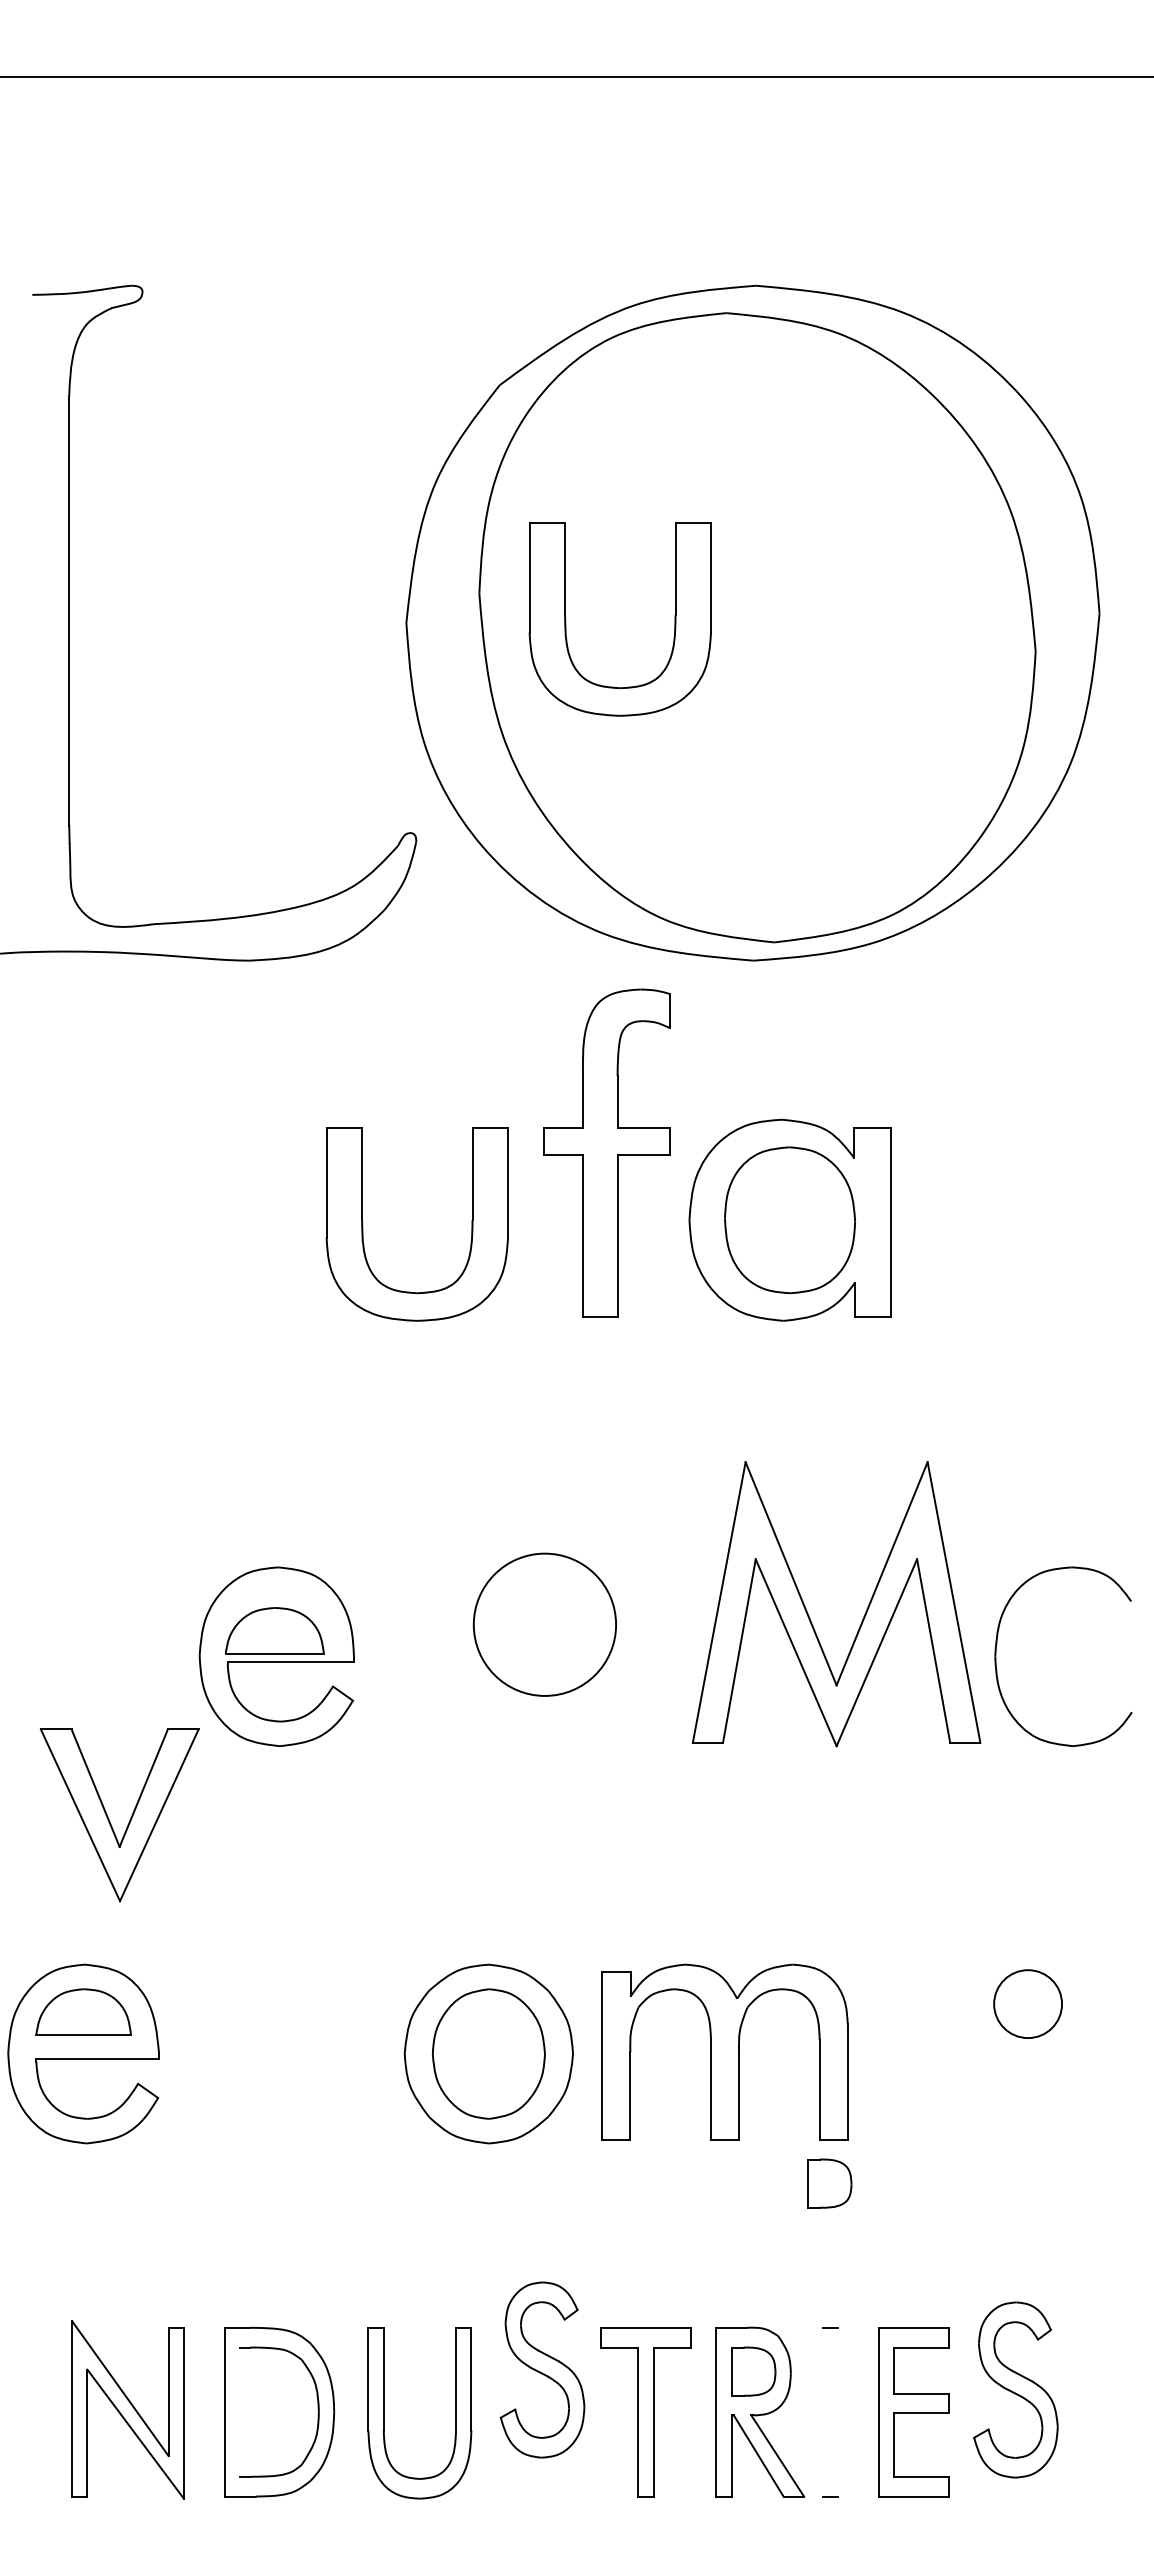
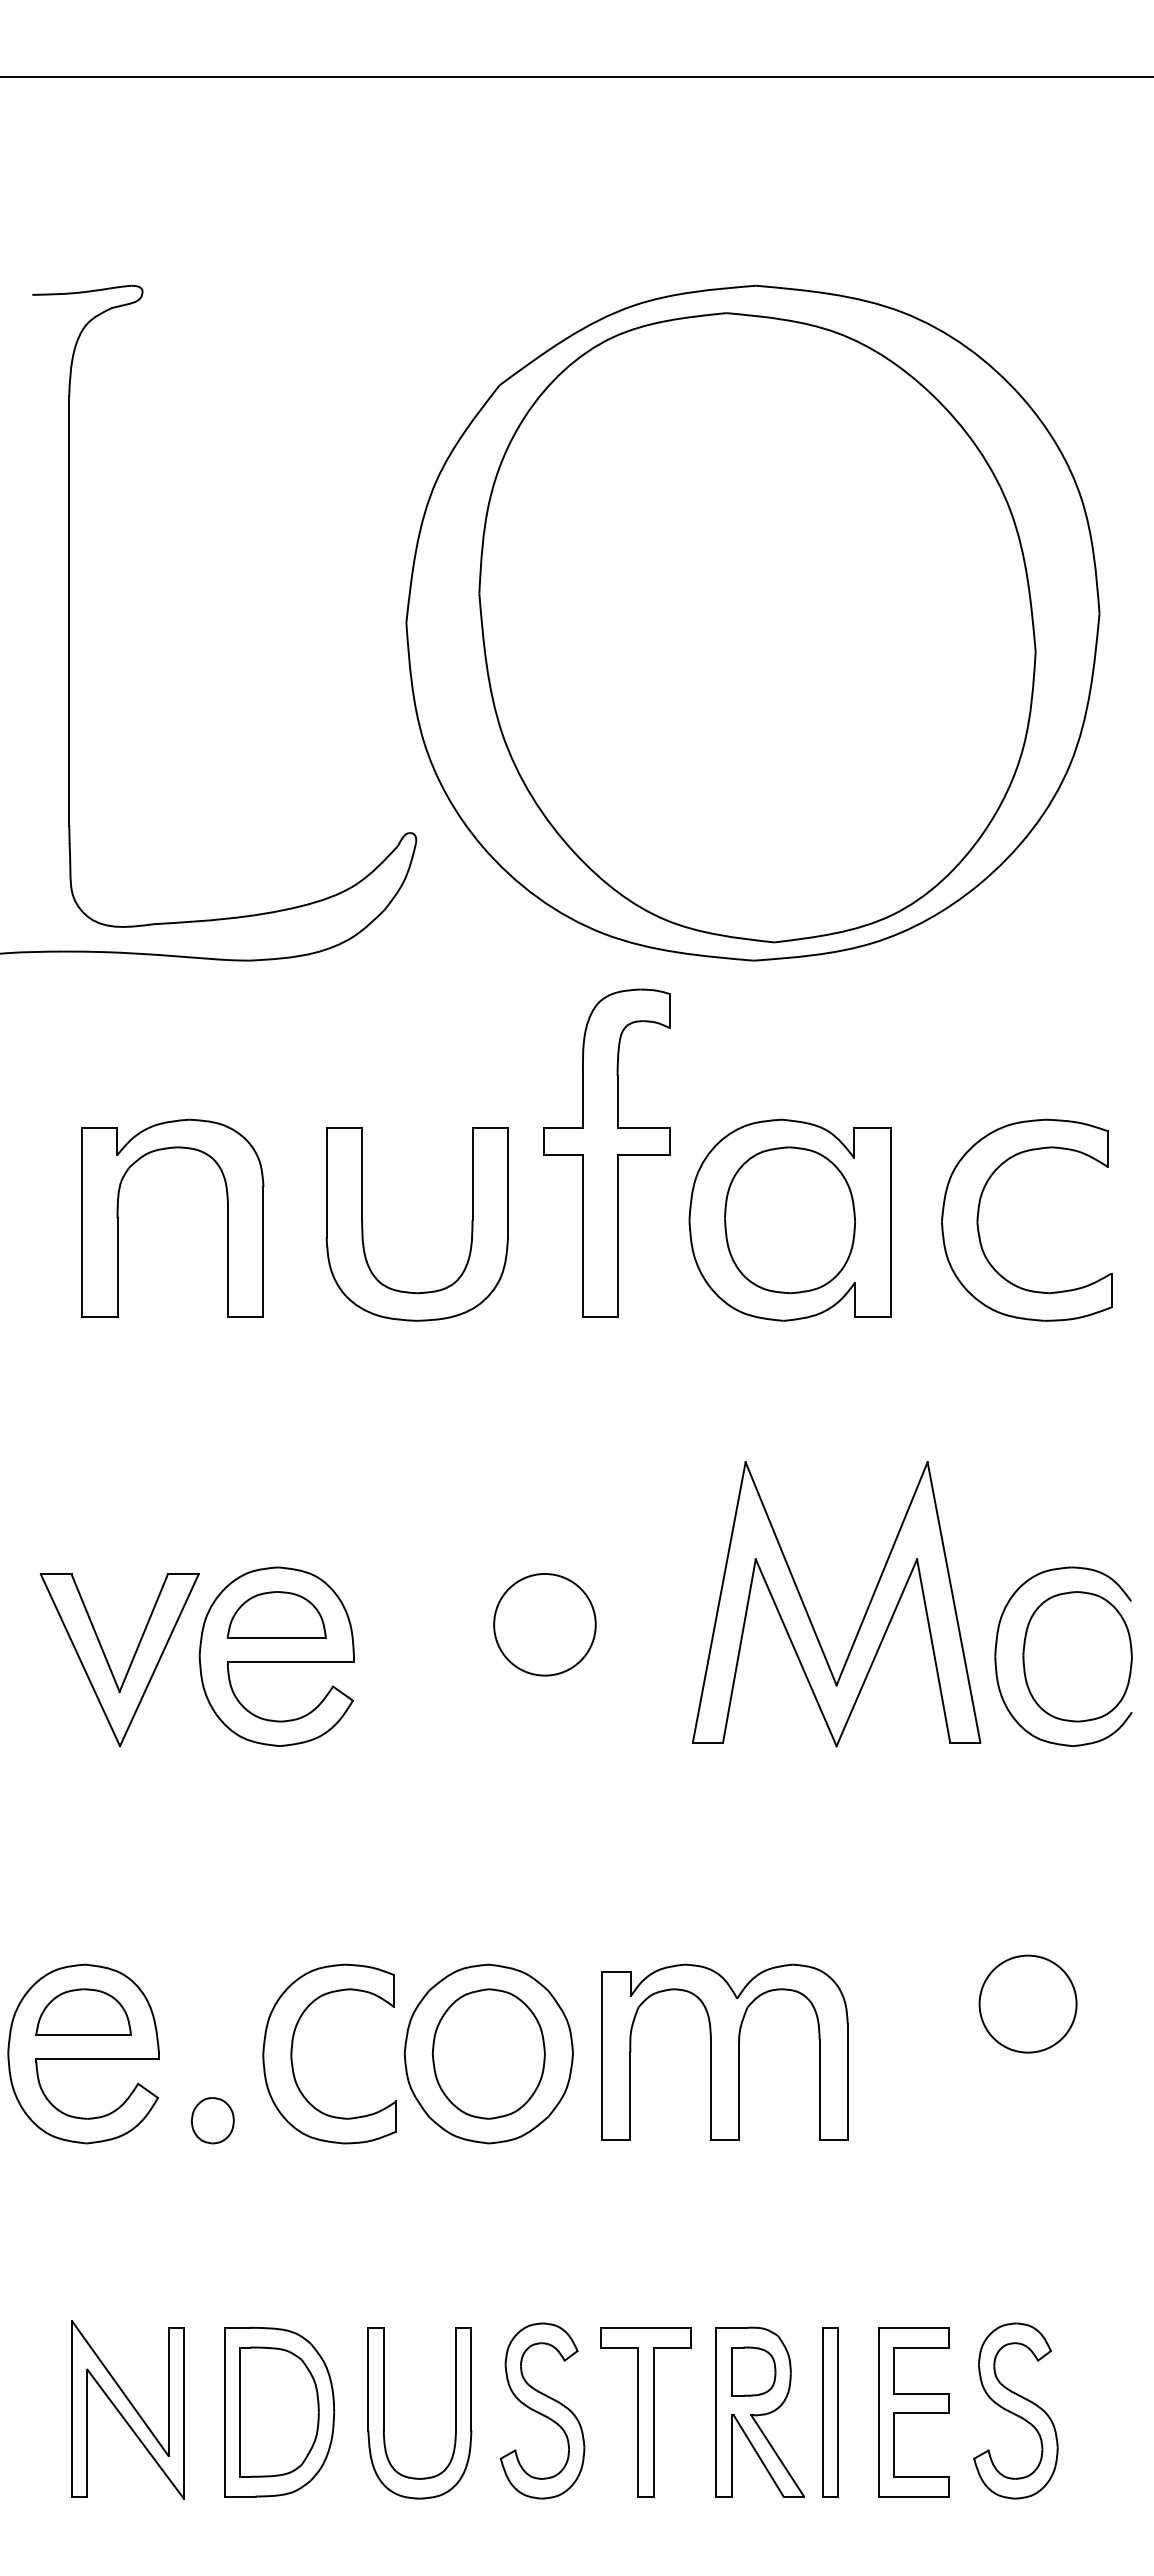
part at (566, 619): present -> none
part at (979, 1212): none -> present
part at (118, 1217): none -> present
circle at (544, 1624) diameter: 142 px -> 102 px
part at (274, 1630) position: (274, 1630) -> (276, 1614)
part at (1077, 1656): none -> present
part at (109, 1819) position: (109, 1819) -> (109, 1664)
circle at (1028, 2004) diameter: 68 px -> 97 px
part at (292, 2053): none -> present
part at (212, 2120): none -> present
part at (829, 2183): present -> none
part at (542, 2369) position: (542, 2369) -> (542, 2410)
part at (1015, 2389) position: (1015, 2389) -> (1015, 2410)
line at (239, 2411): none -> present
line at (822, 2411): none -> present
line at (838, 2411): none -> present
